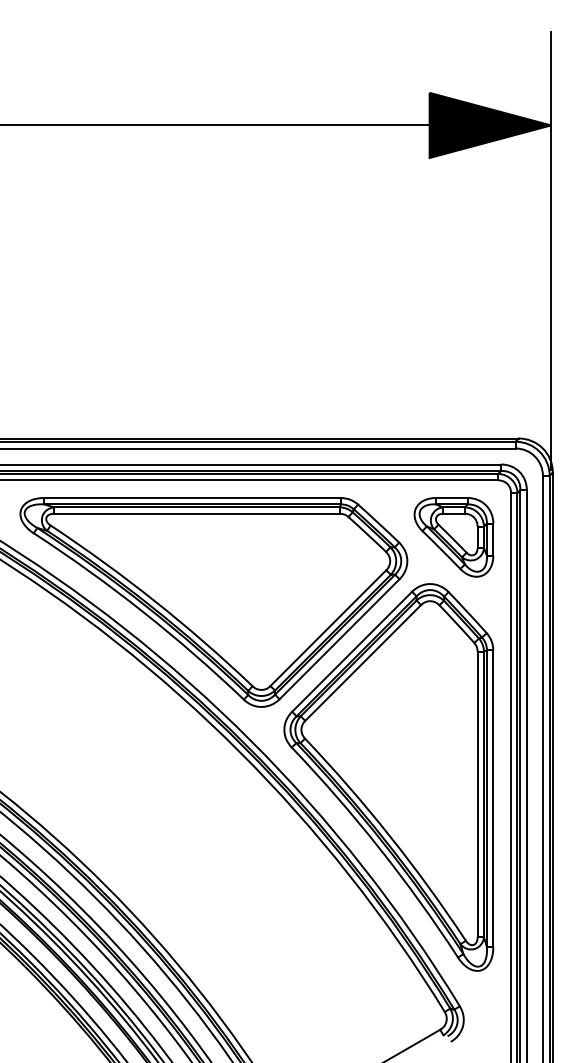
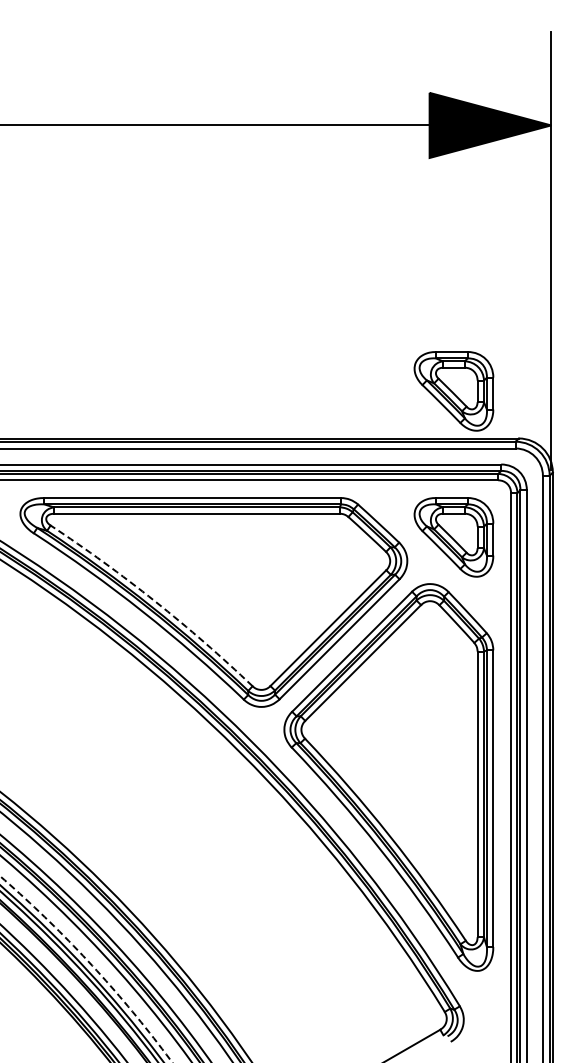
part at (453, 391): none -> present
arc at (155, 601): solid -> dashed
arc at (91, 964): solid -> dashed
